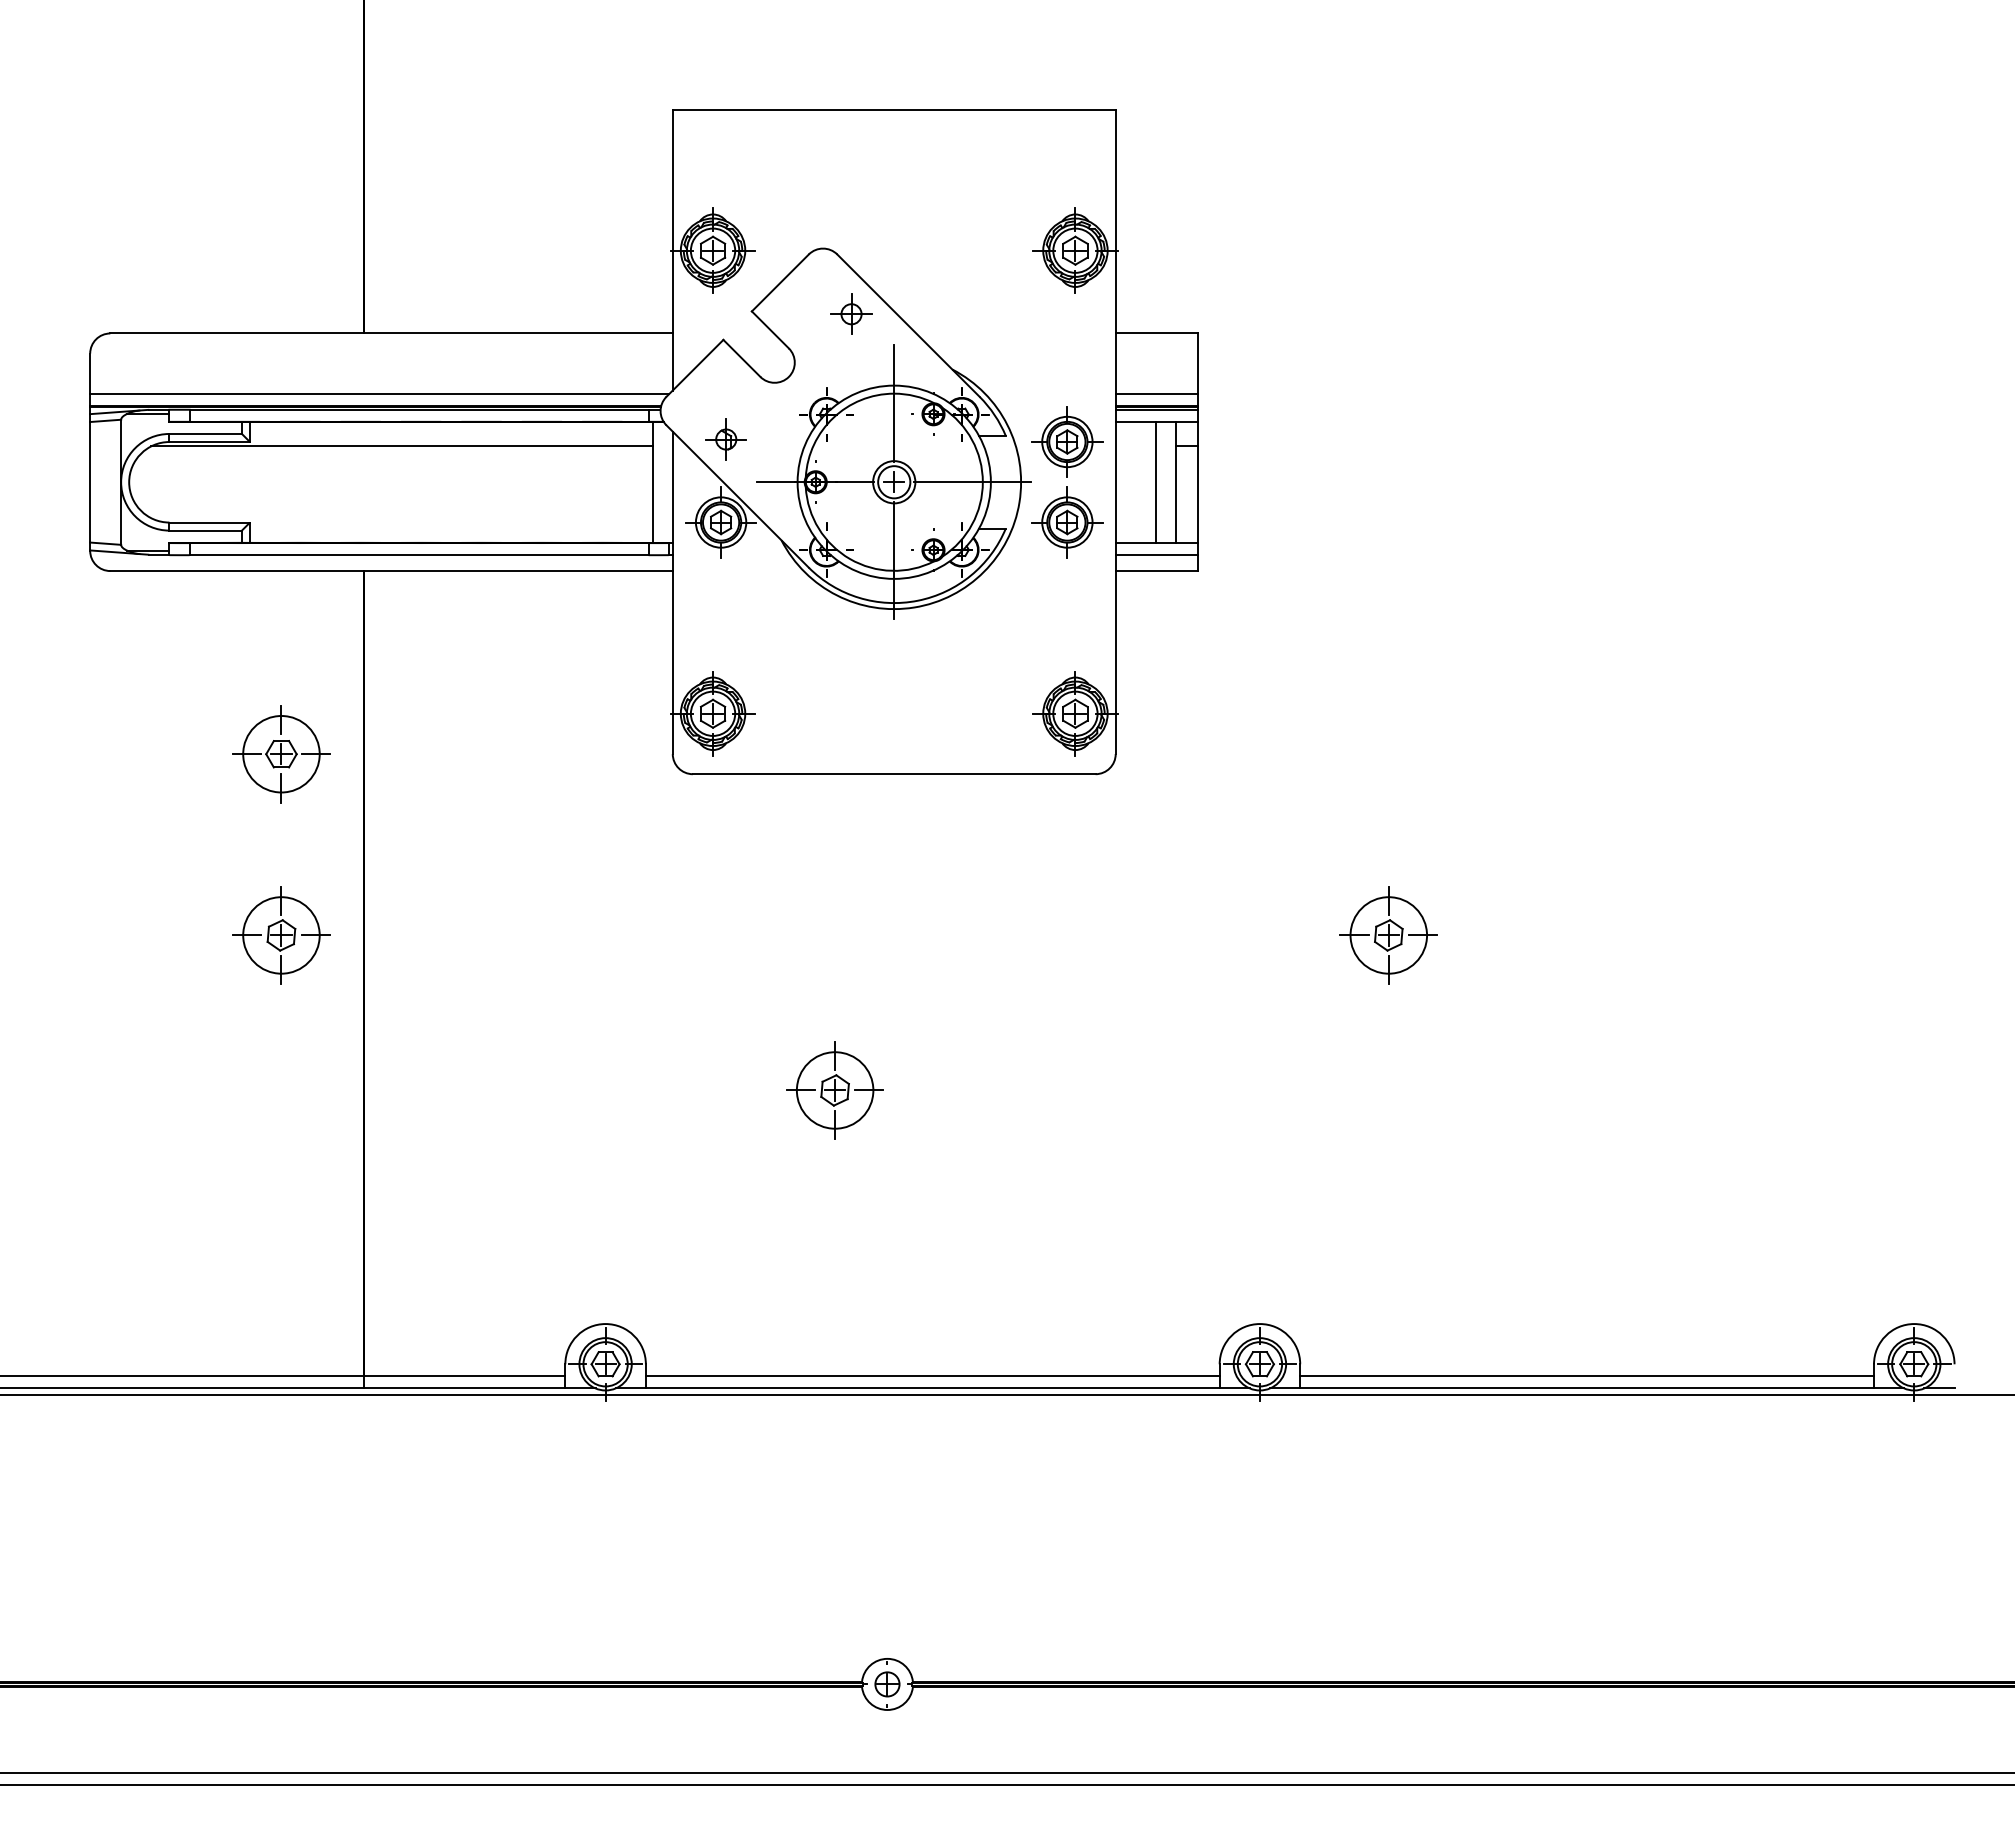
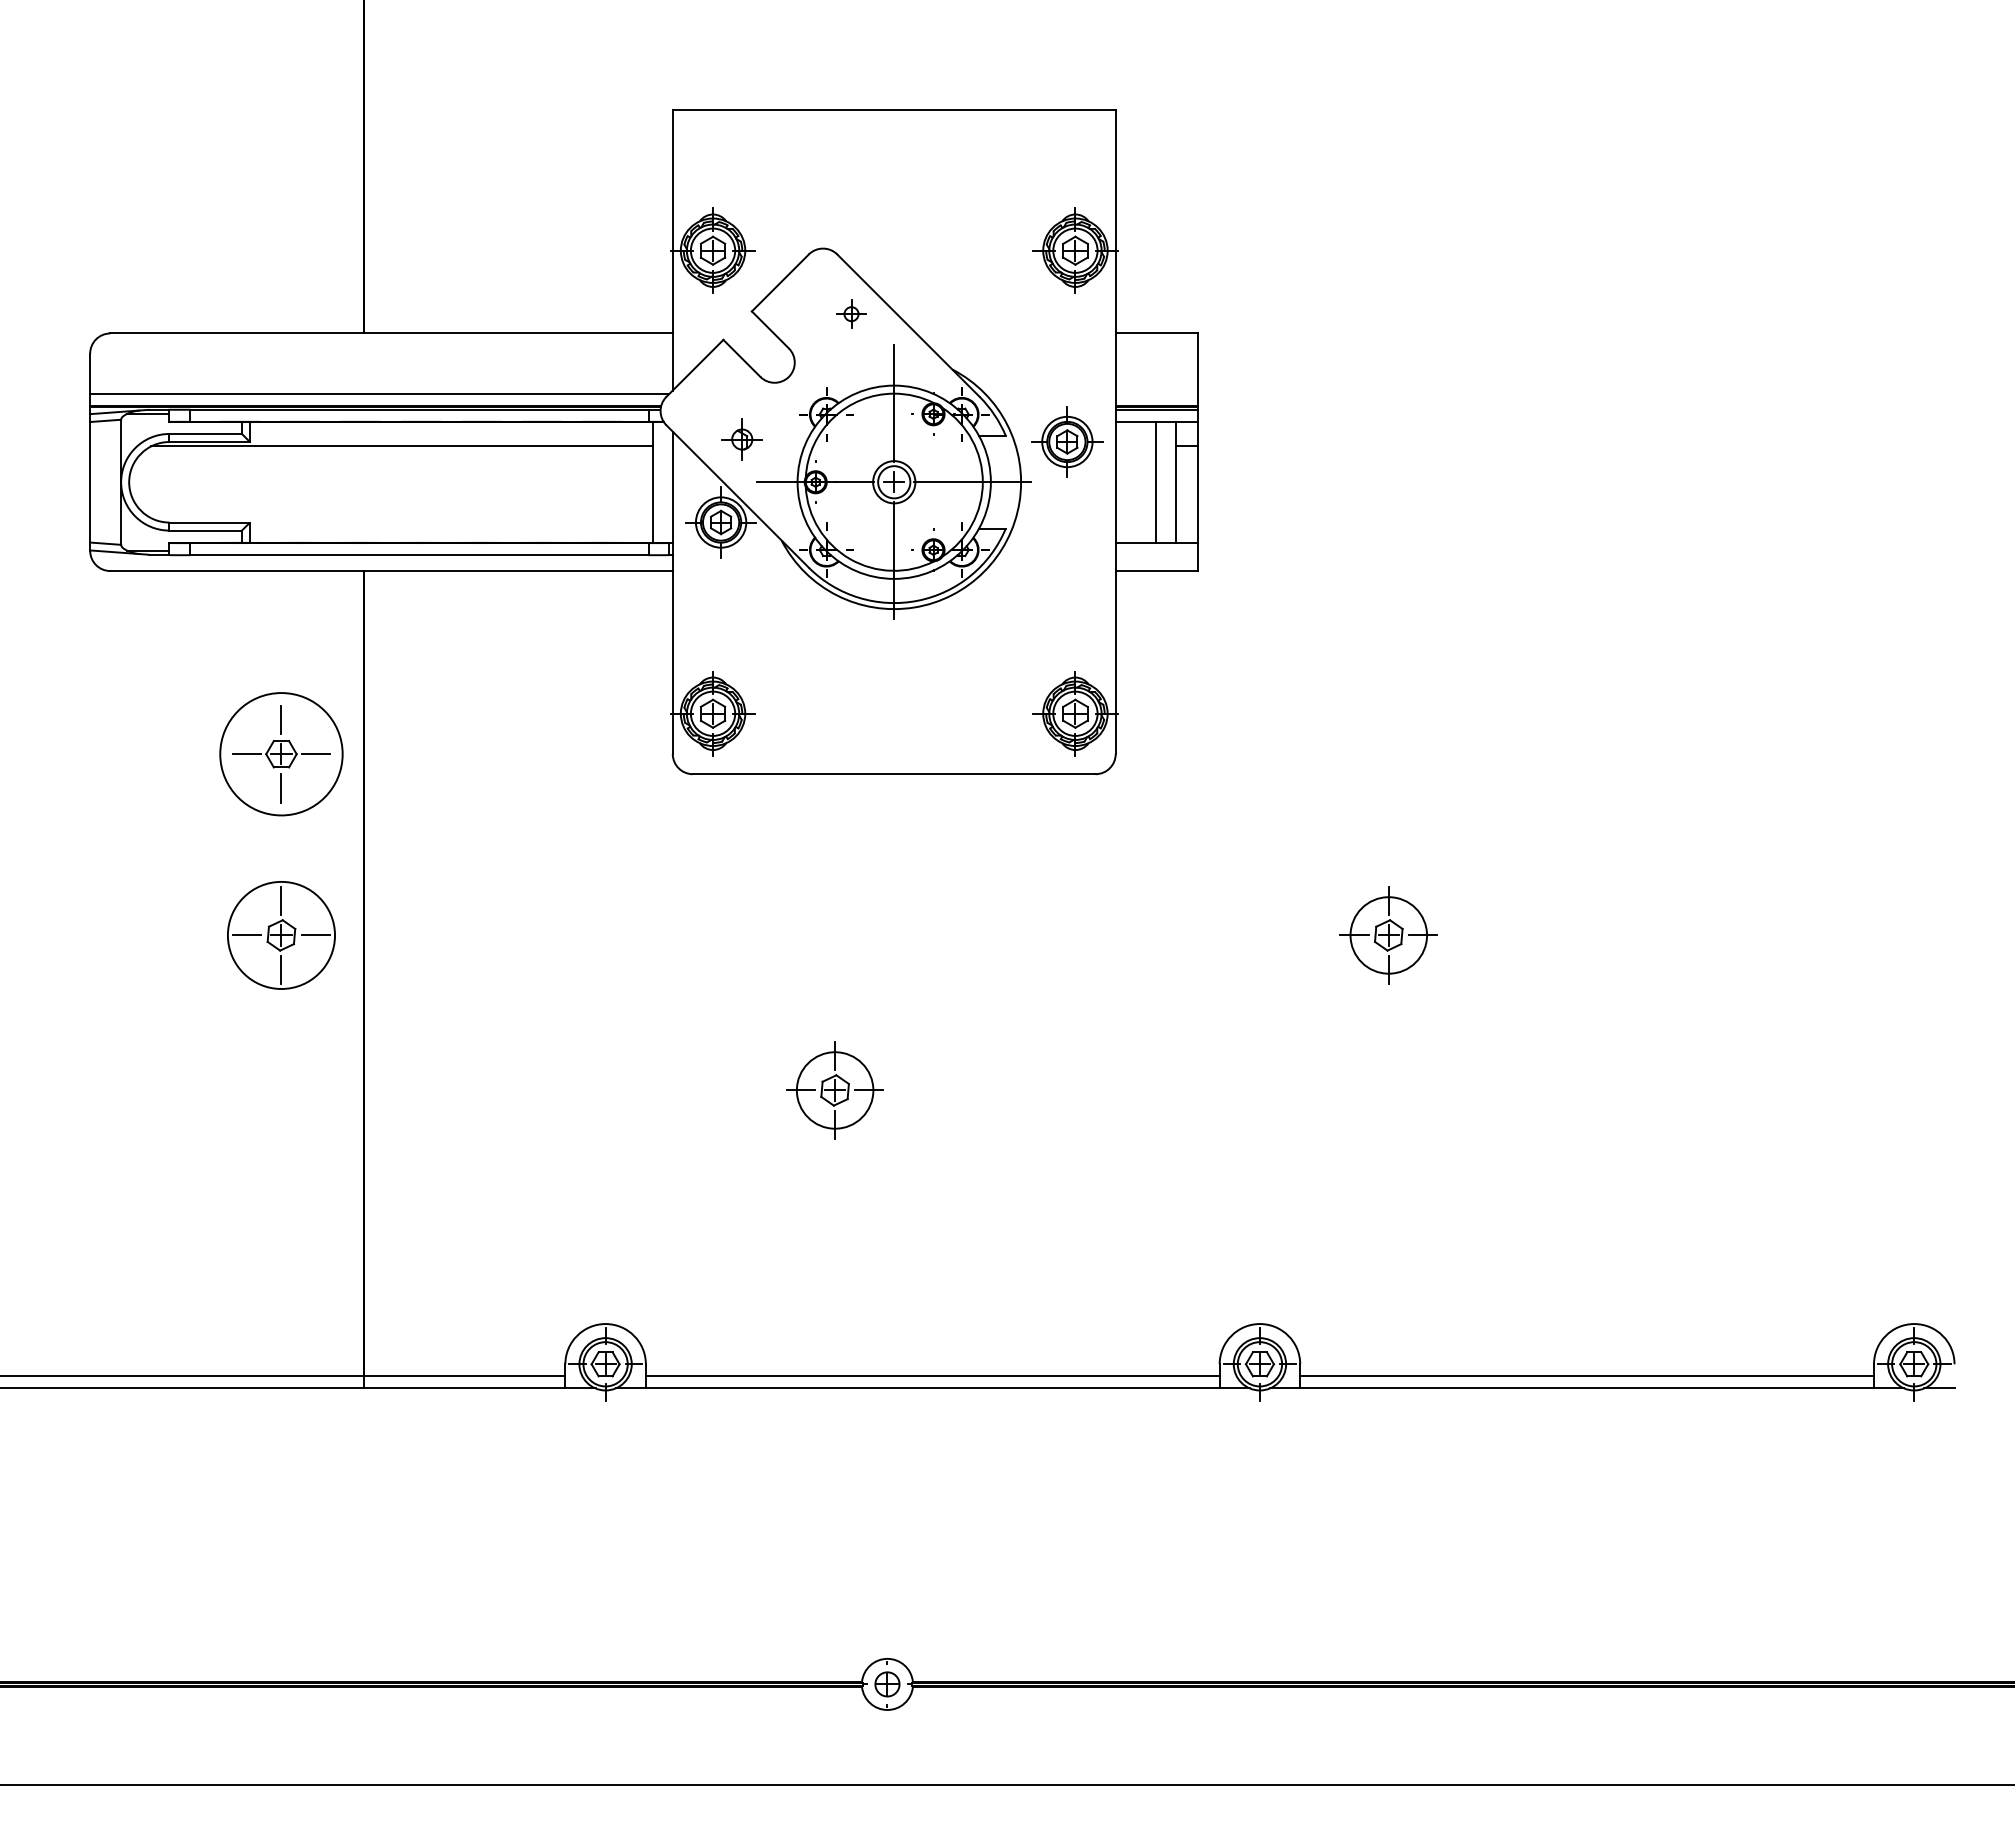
part at (851, 313) size: 43x42 px -> 31x30 px
line at (1156, 393): present -> none
part at (725, 439) position: (725, 439) -> (741, 439)
part at (1067, 522): present -> none
line at (1156, 554): present -> none
circle at (281, 753) diameter: 77 px -> 122 px
circle at (281, 935) diameter: 77 px -> 107 px
line at (1006, 1394): present -> none
line at (1006, 1773): present -> none
